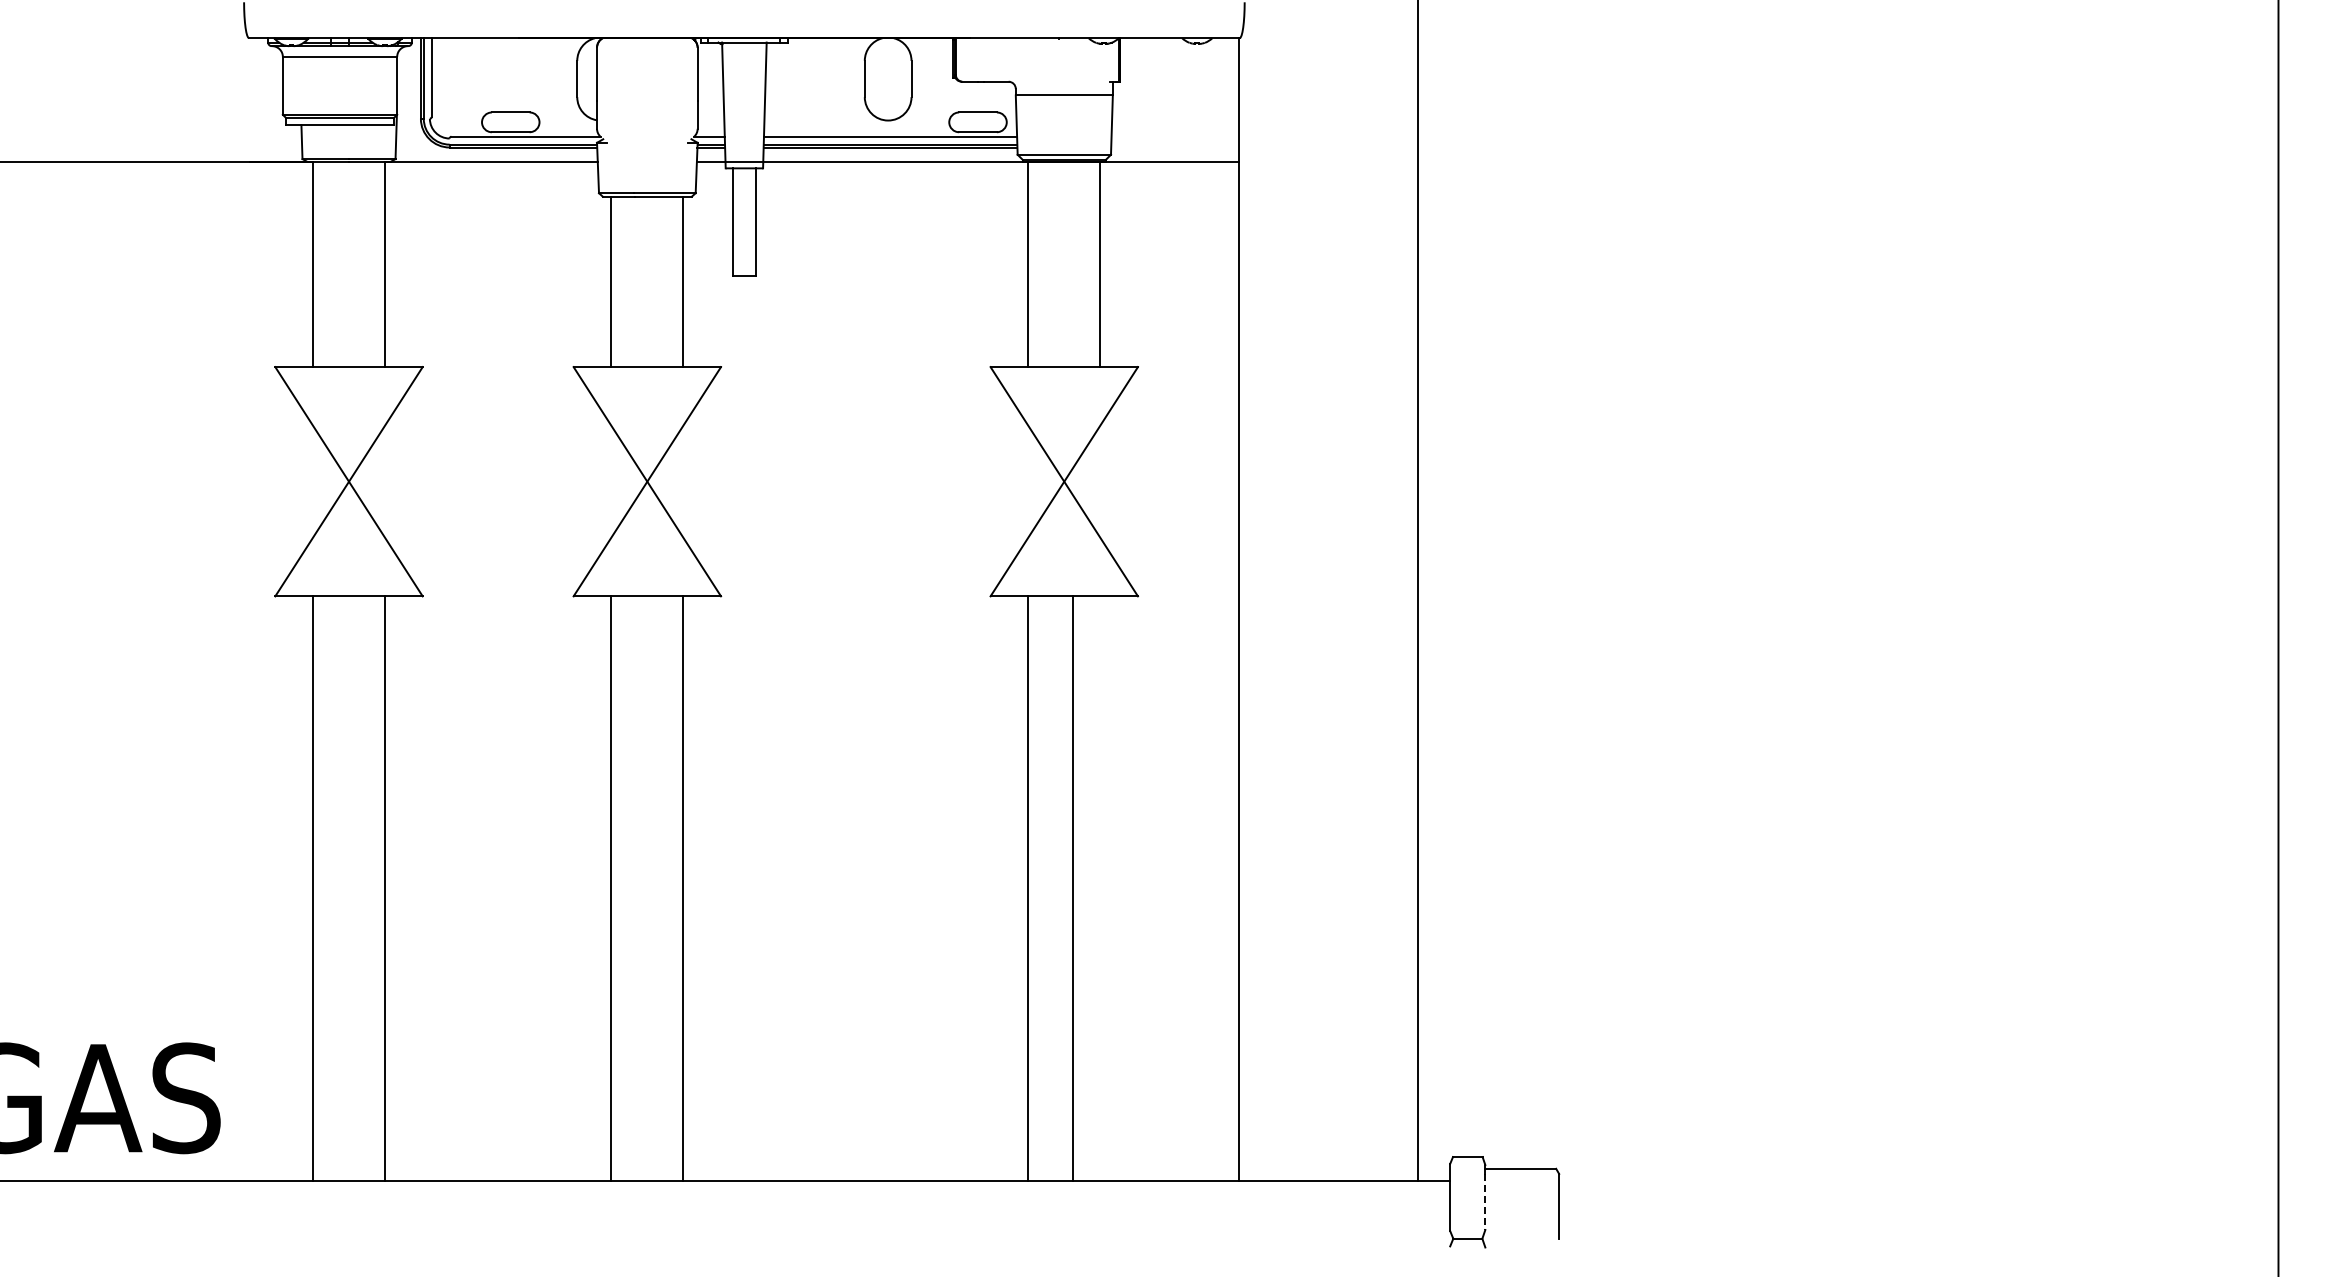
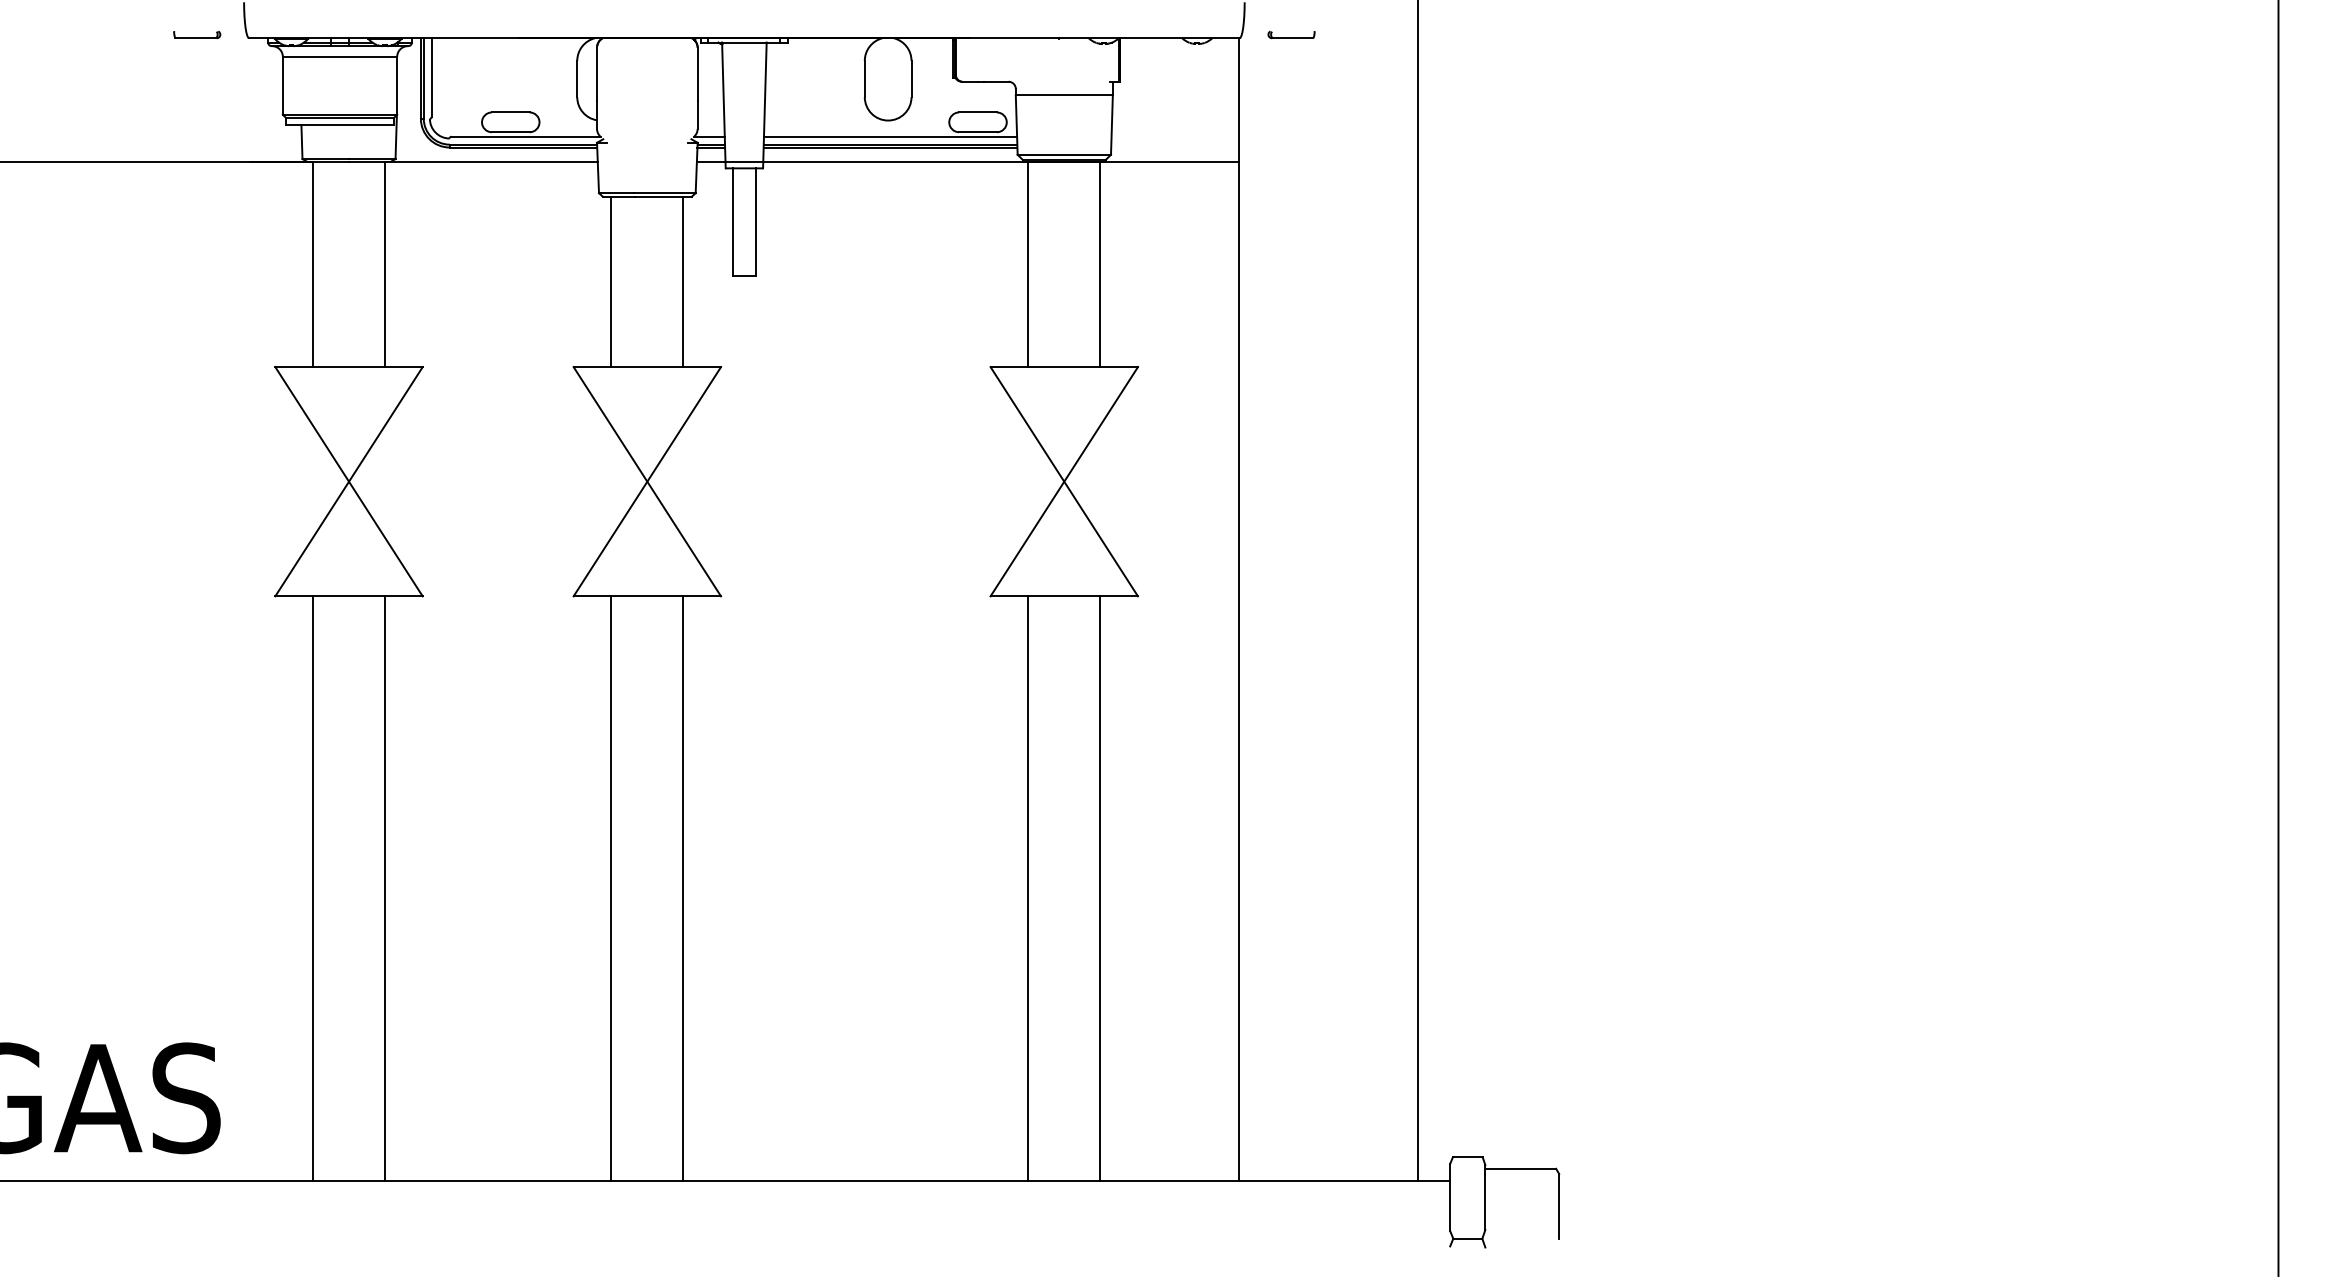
part at (197, 34): none -> present
part at (1291, 34): none -> present
line at (1073, 888) position: (1073, 888) -> (1100, 888)
line at (1485, 1202): dashed -> solid
